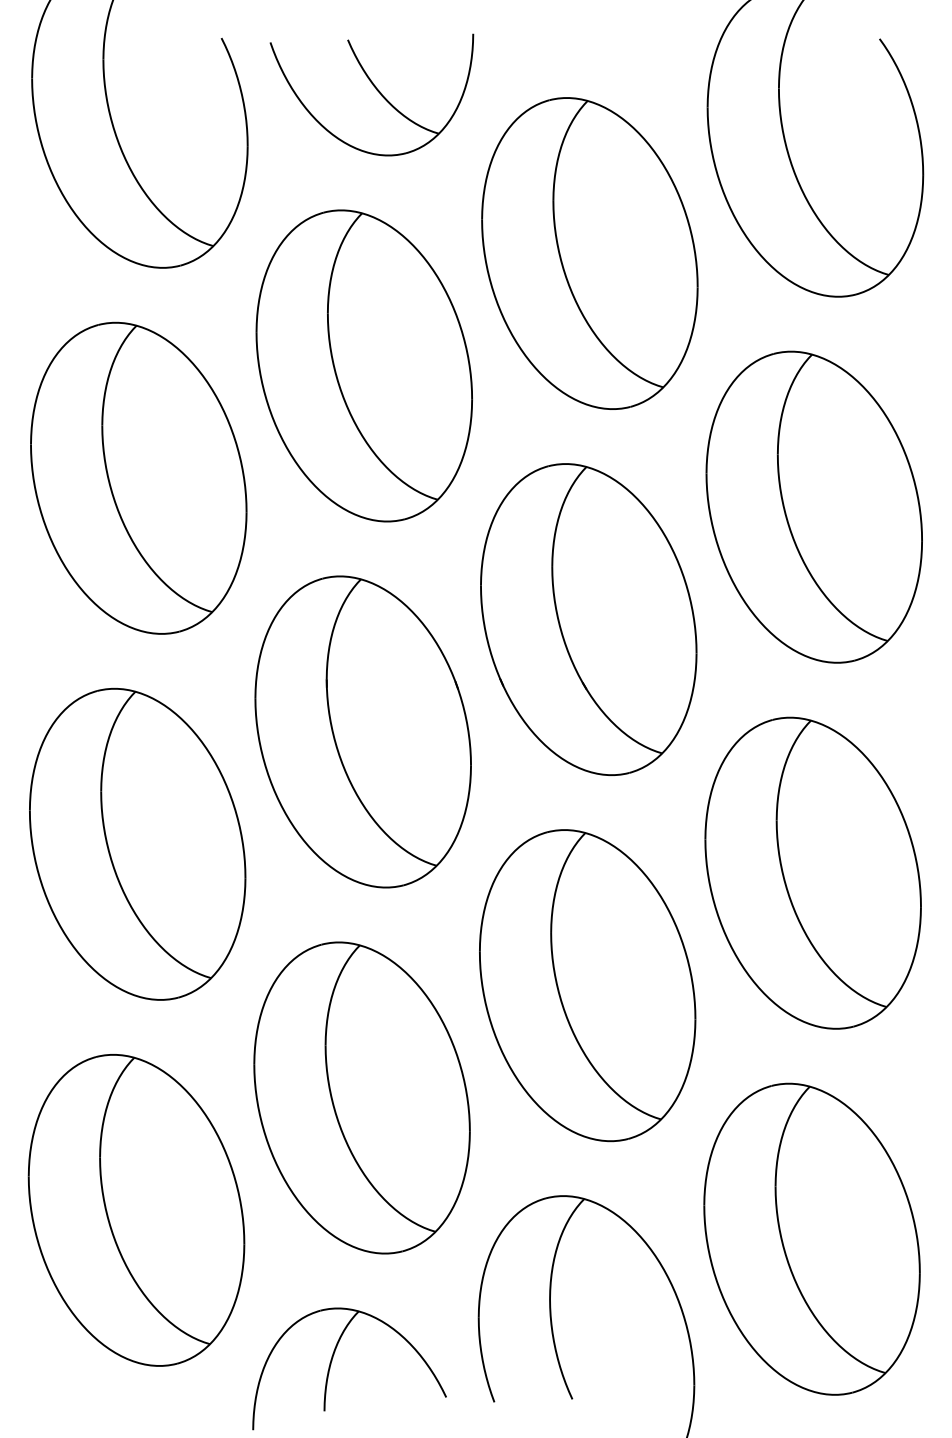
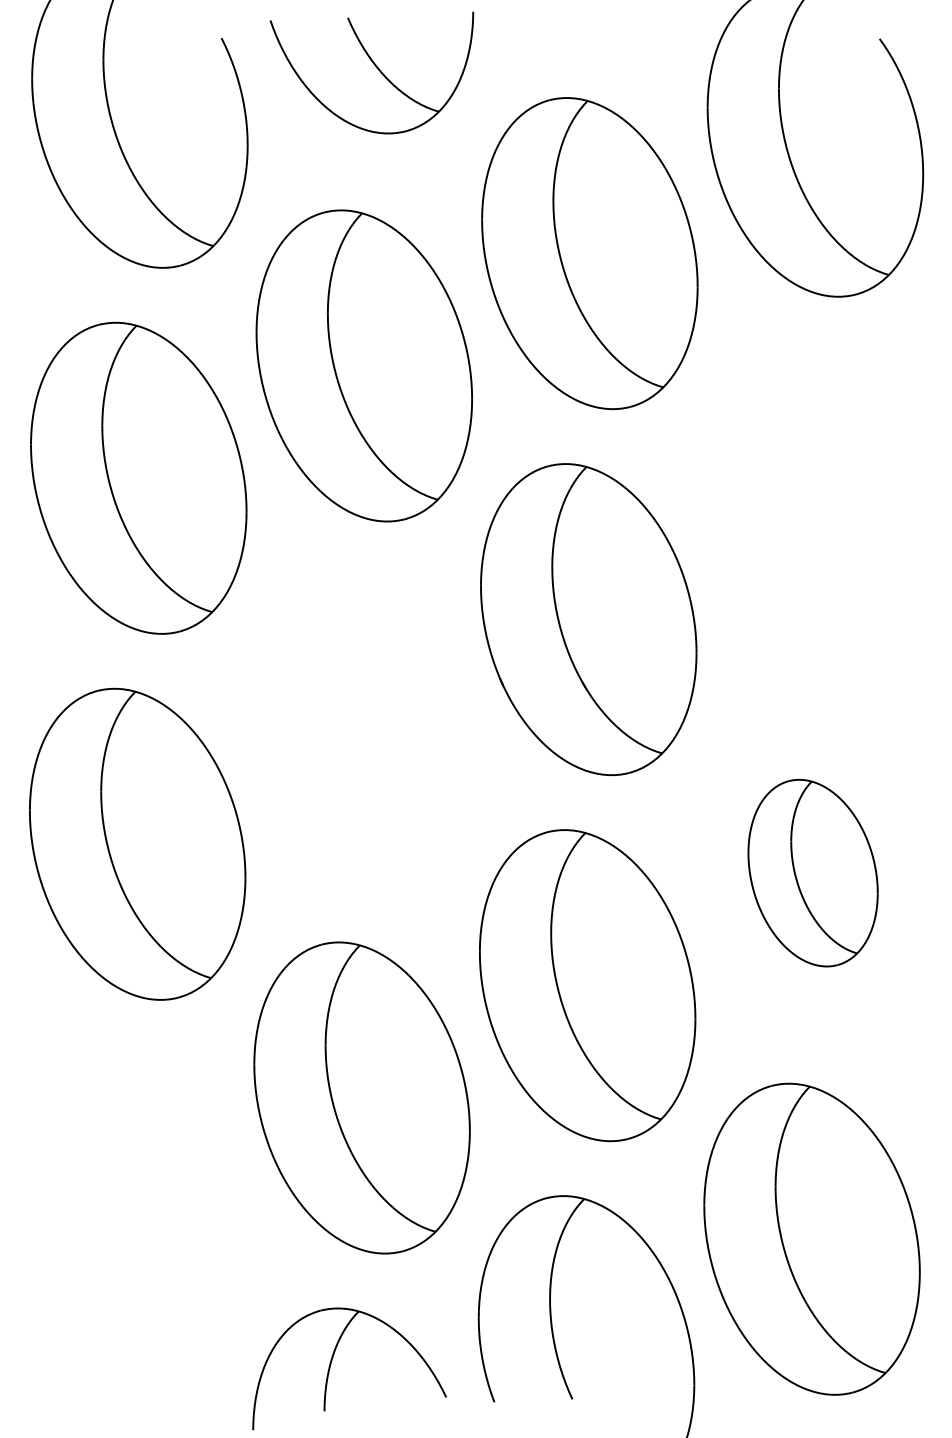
part at (376, 90) position: (376, 90) -> (376, 68)
part at (813, 506): present -> none
part at (362, 731): present -> none
part at (812, 872) size: 218x314 px -> 132x190 px
part at (136, 1210): present -> none
